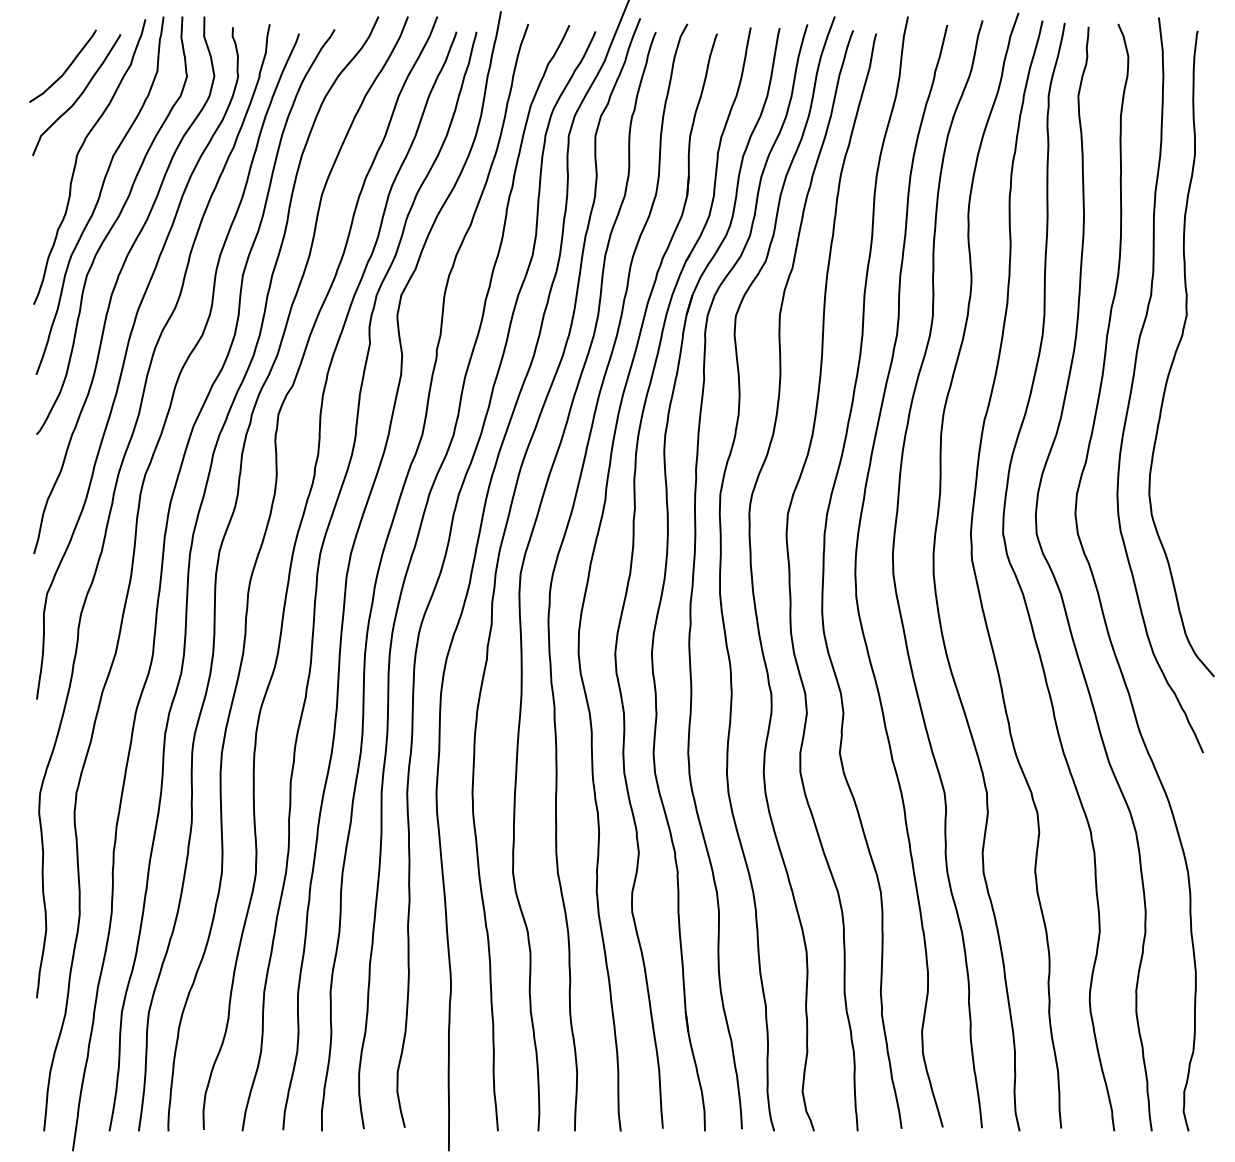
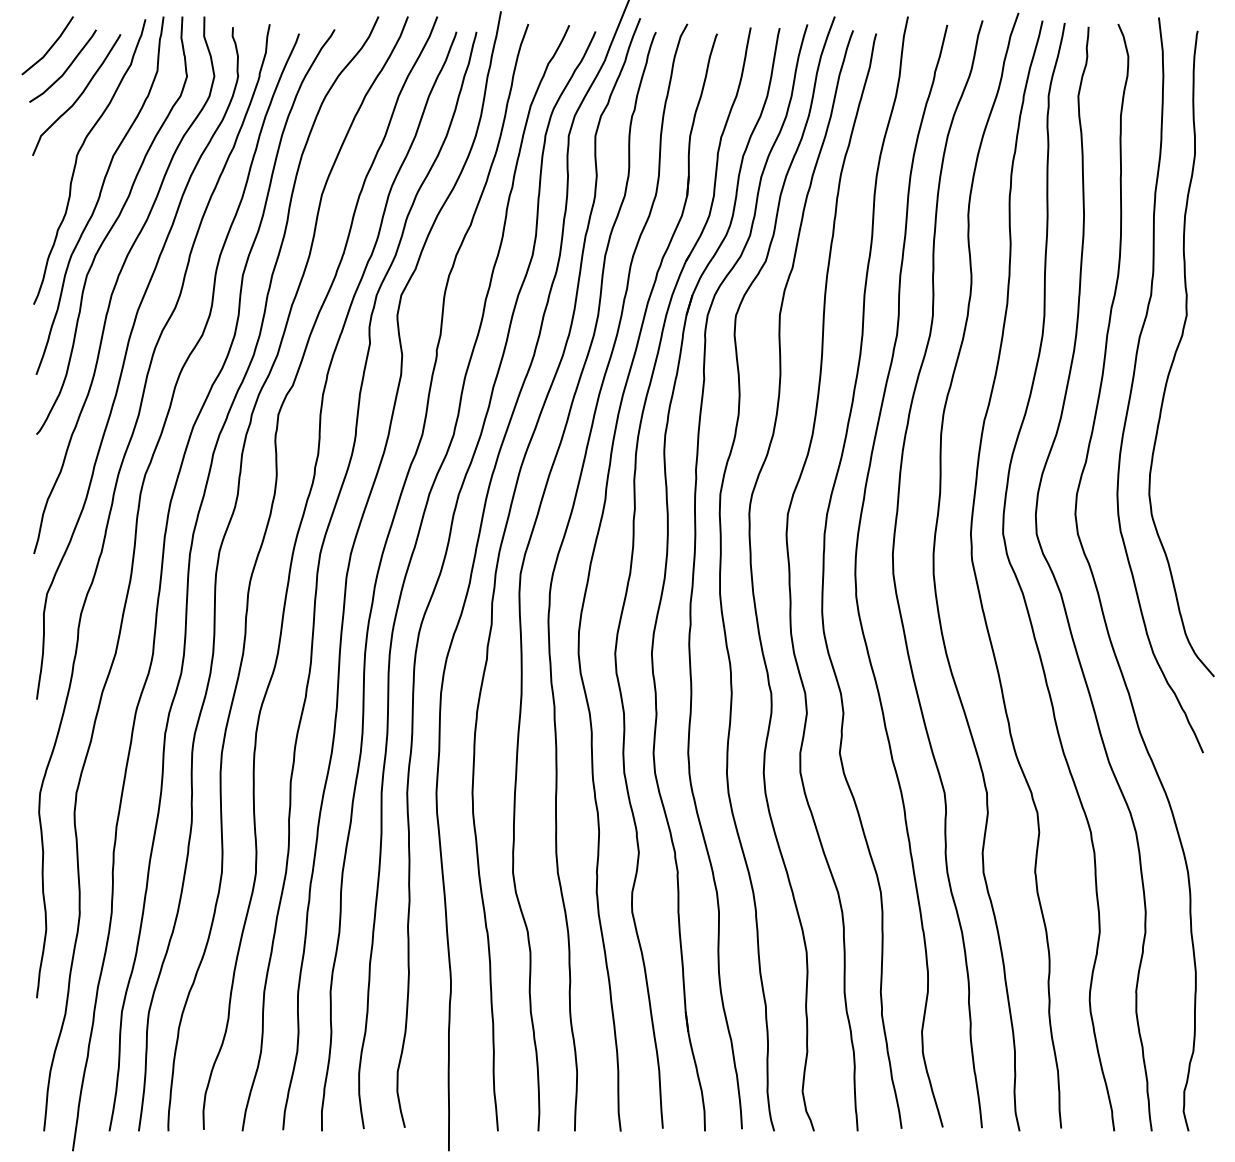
line at (50, 46): none -> present
